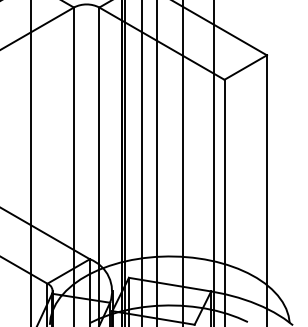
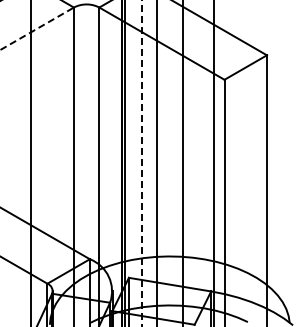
line at (37, 28): solid -> dashed
line at (141, 164): solid -> dashed
